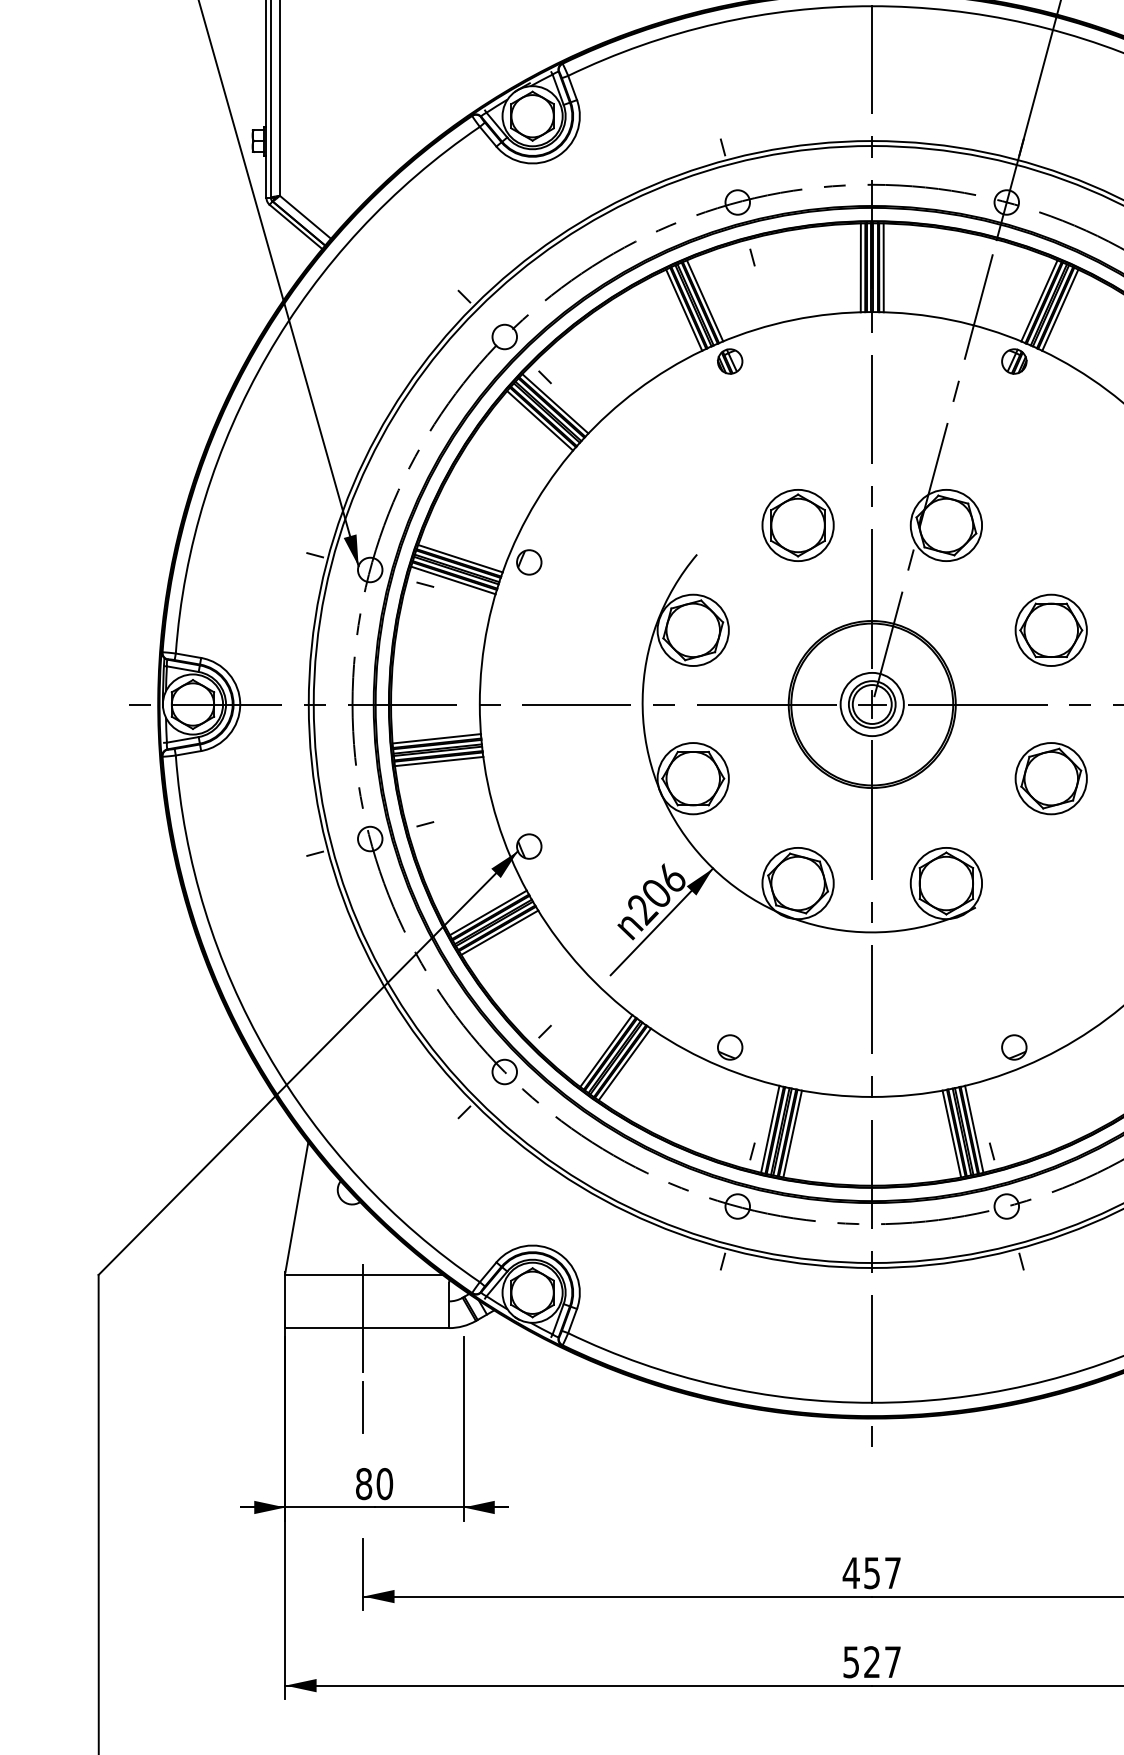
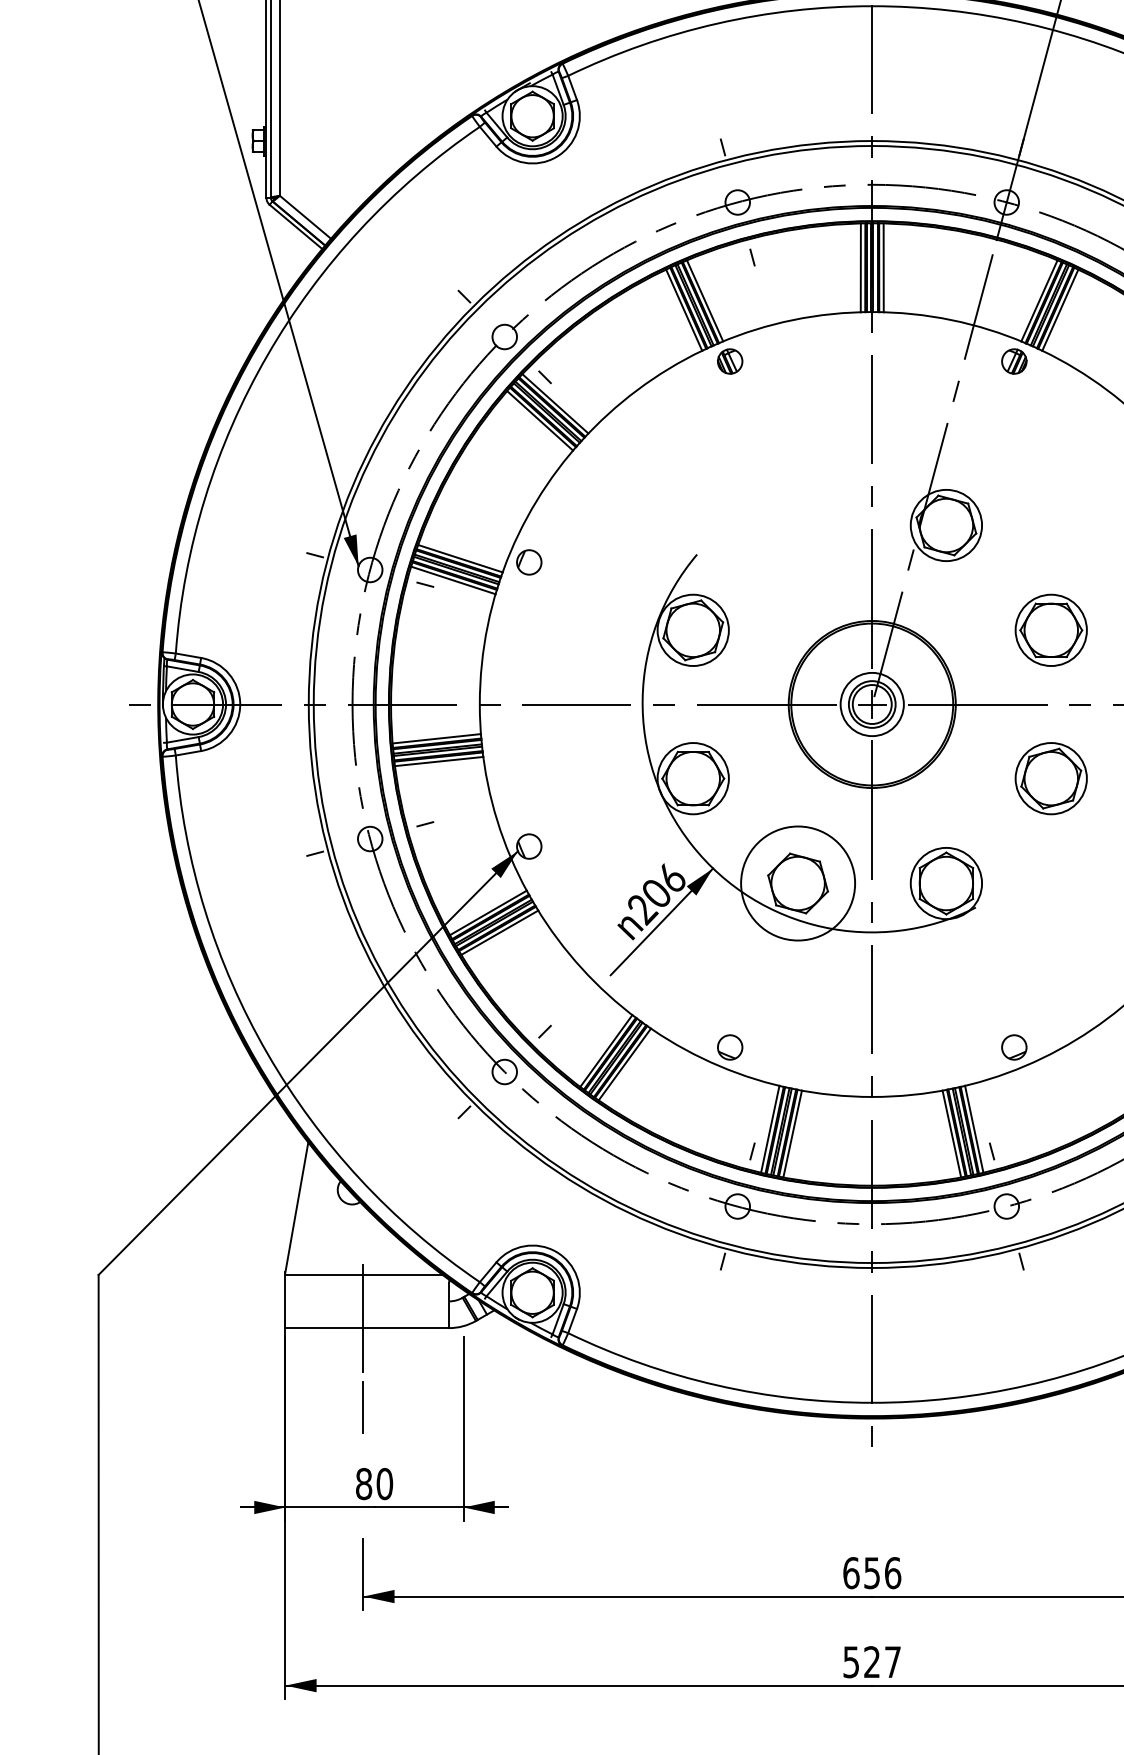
part at (797, 525): present -> none
circle at (797, 883) diameter: 71 px -> 114 px
text at (871, 1573): 457 -> 656
